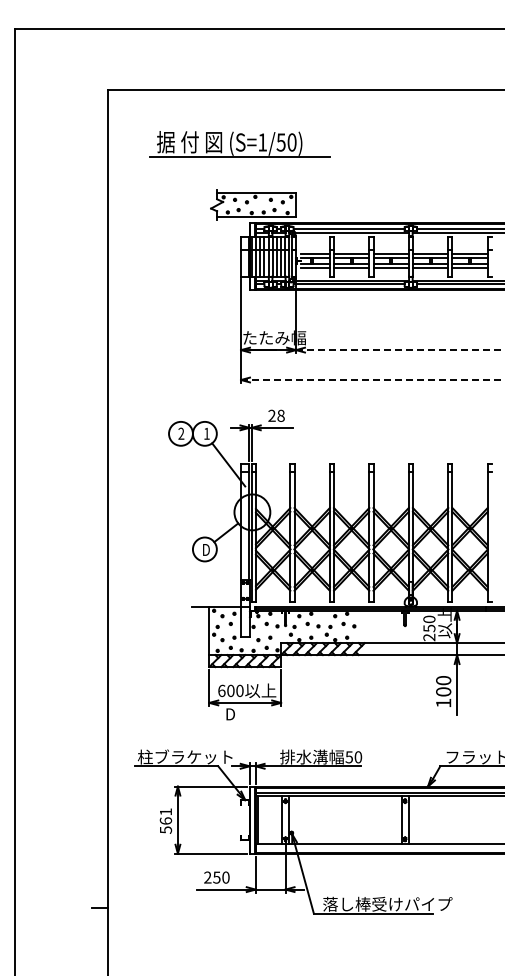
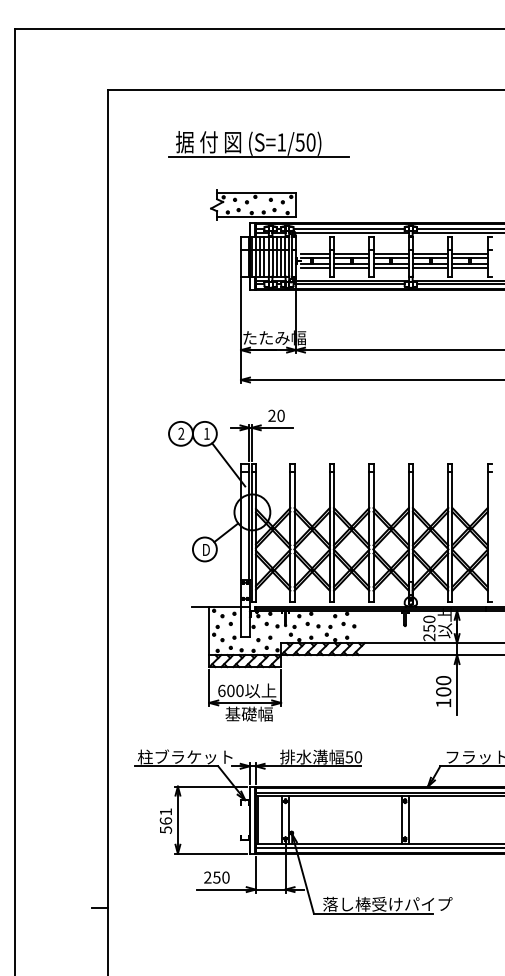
part at (239, 144) position: (239, 144) -> (258, 144)
line at (400, 350): dashed -> solid
line at (372, 380): dashed -> solid
text at (280, 415): 28 -> 20
text at (248, 713): D -> 基礎幅
line at (378, 847): none -> present
